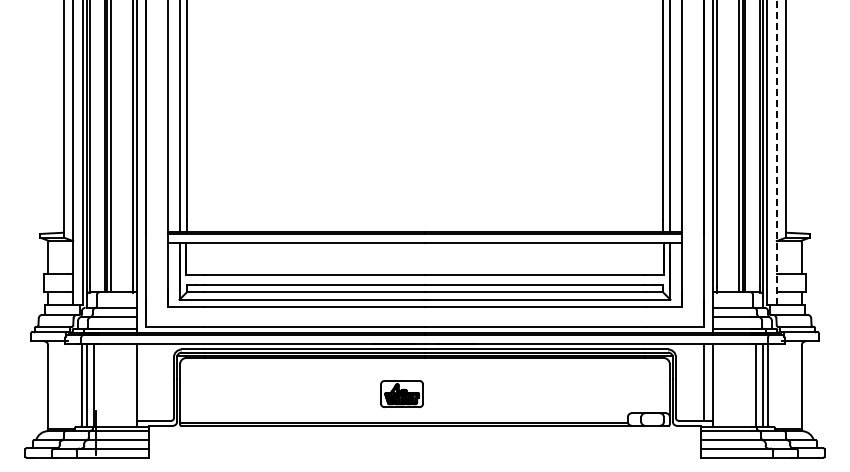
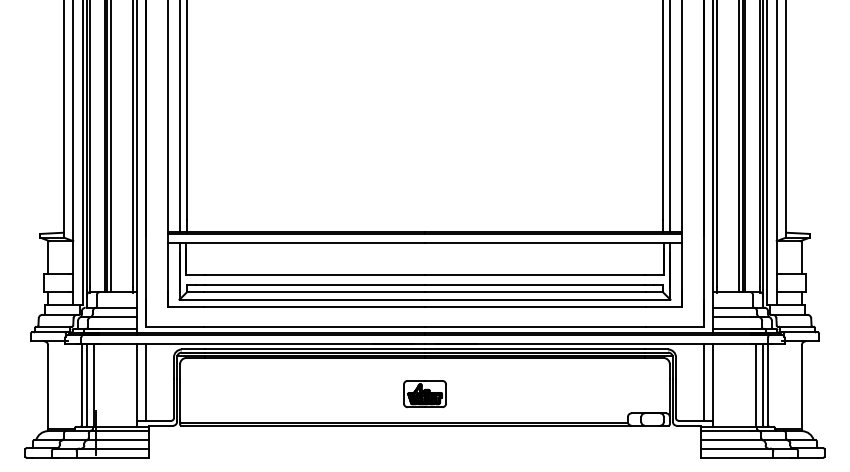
line at (776, 152): dashed -> solid
line at (146, 381): none -> present
part at (401, 393) position: (401, 393) -> (424, 393)
